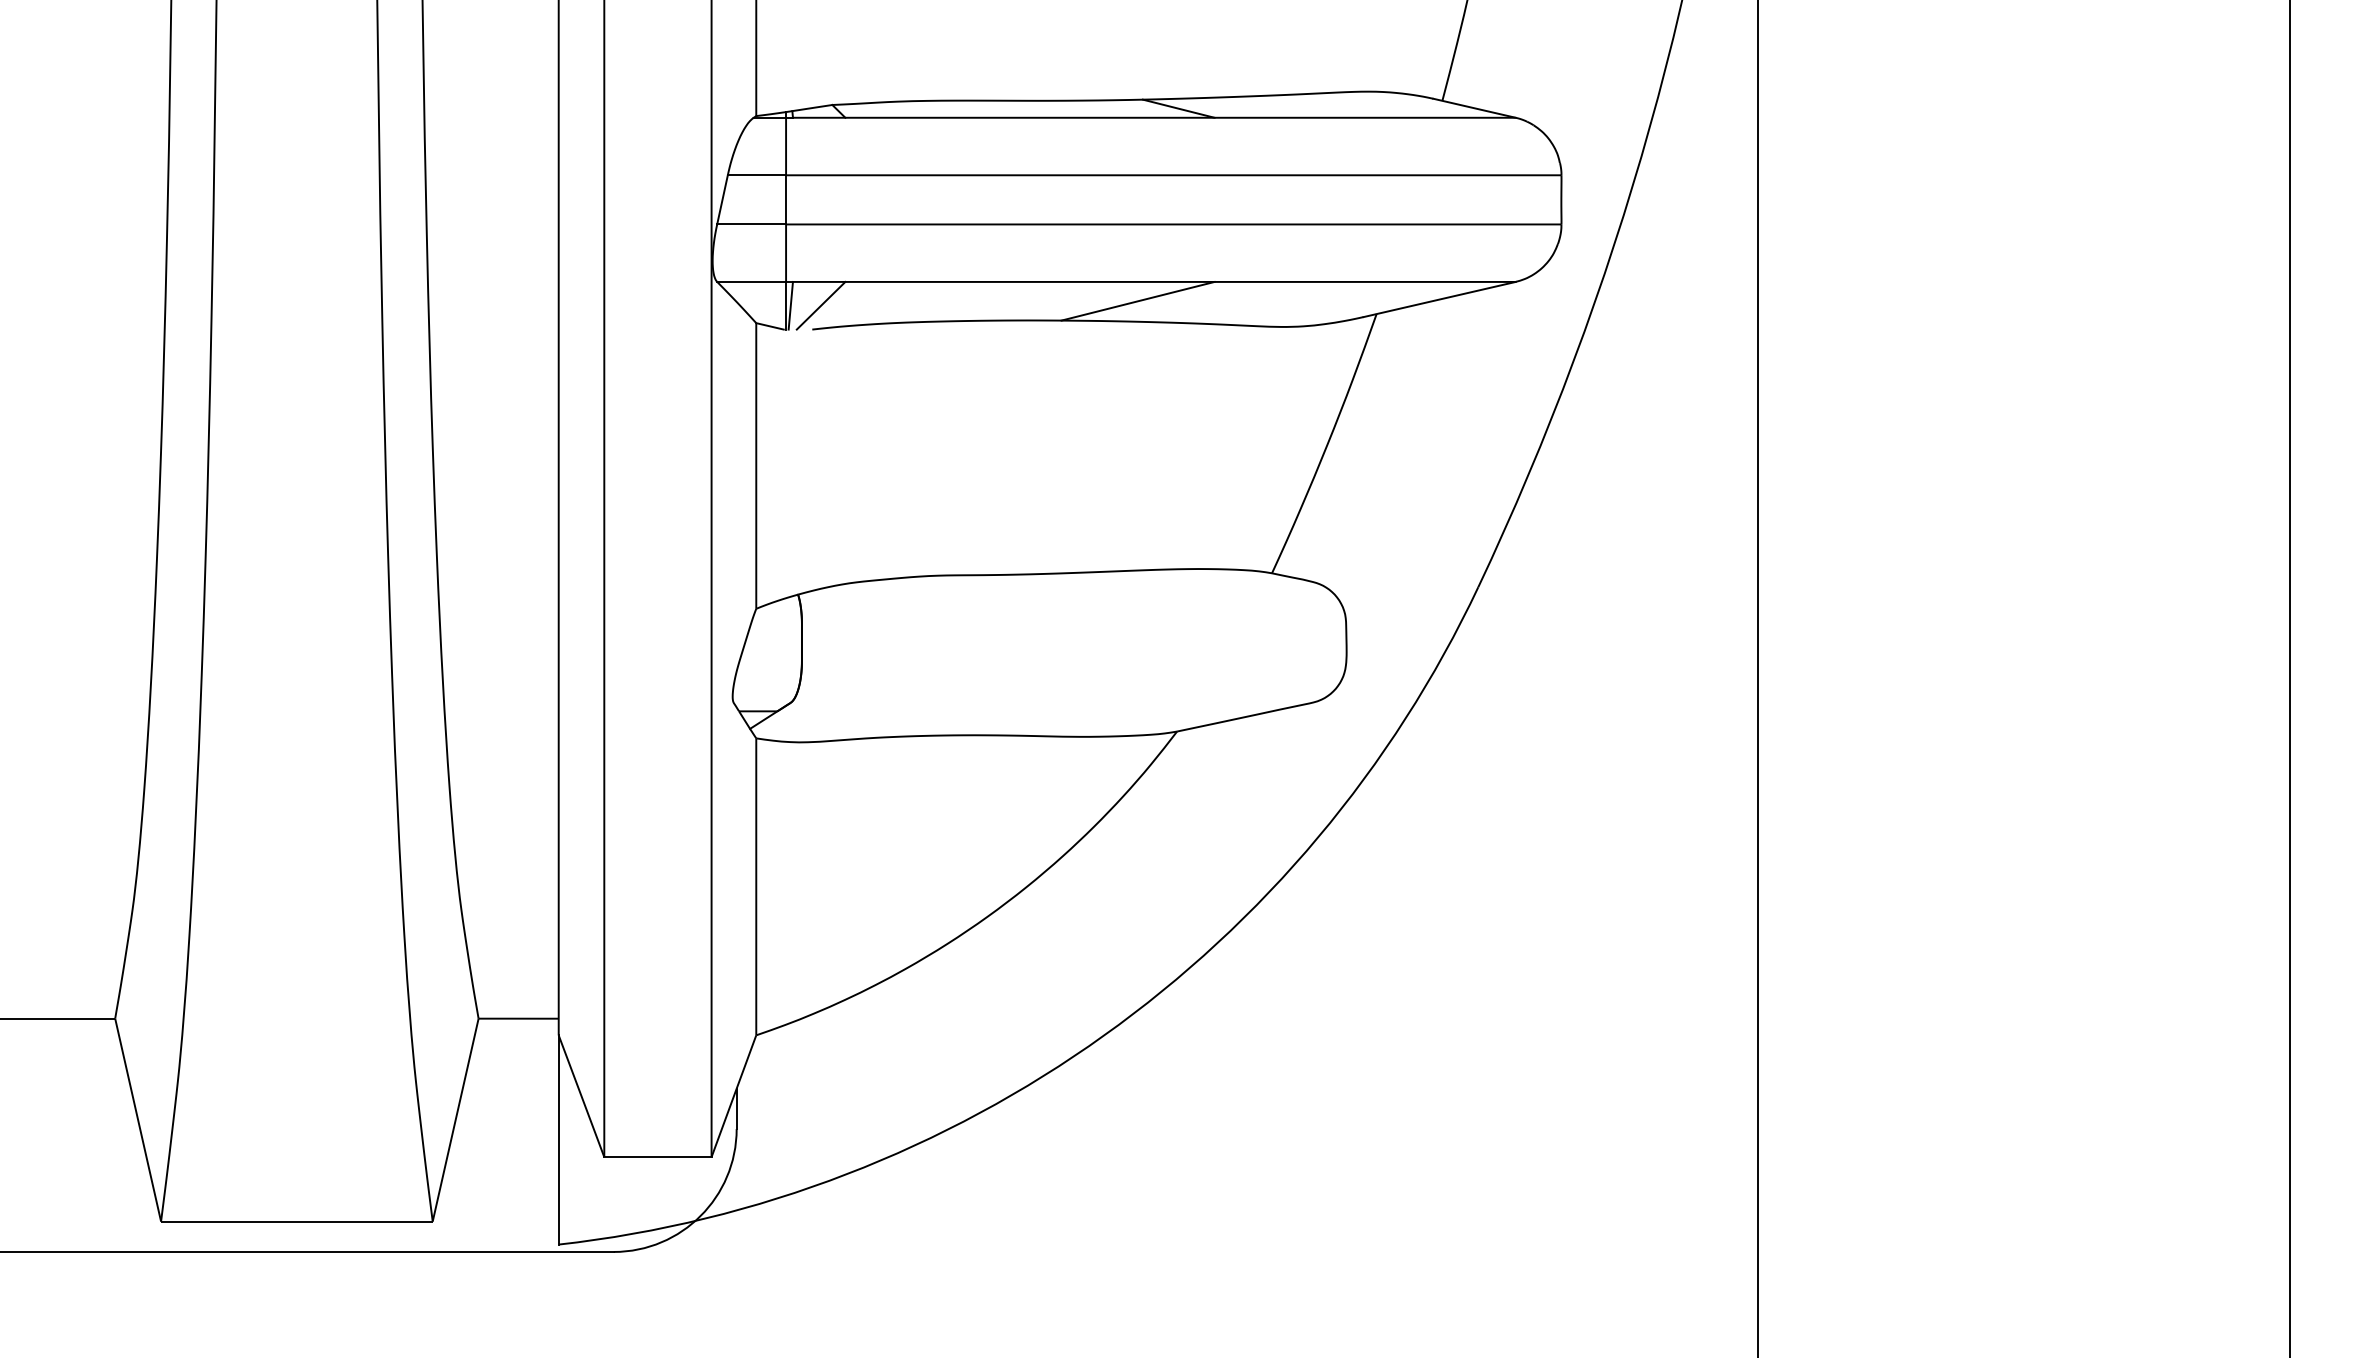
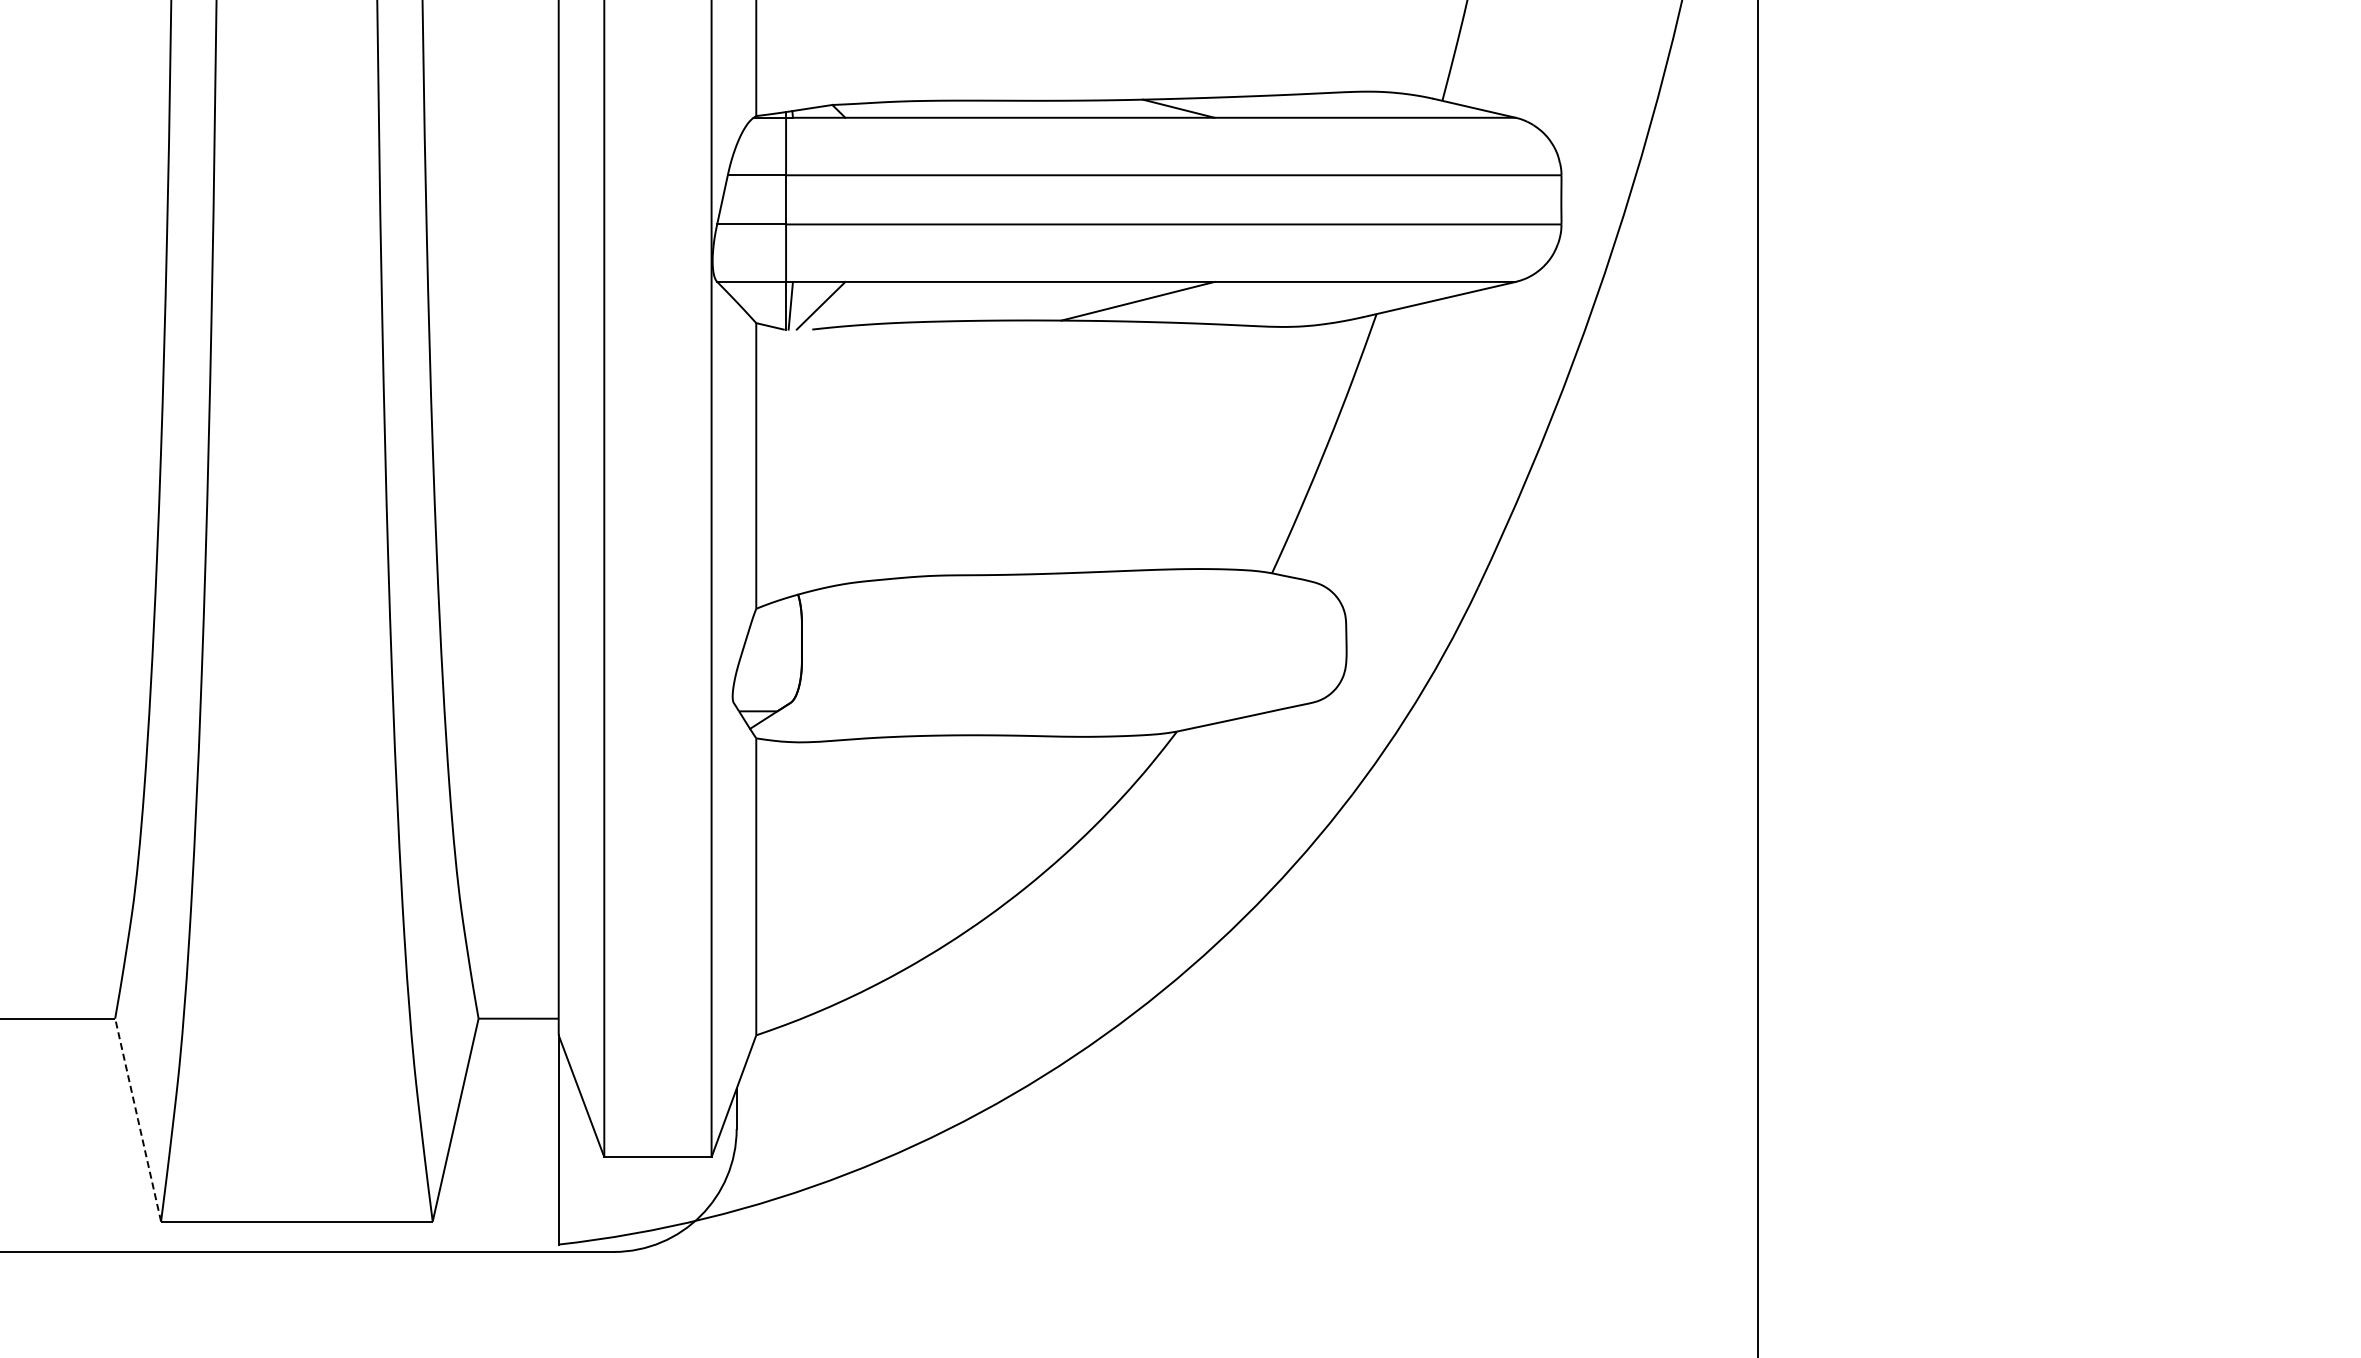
line at (2290, 678): present -> none
line at (138, 1120): solid -> dashed
